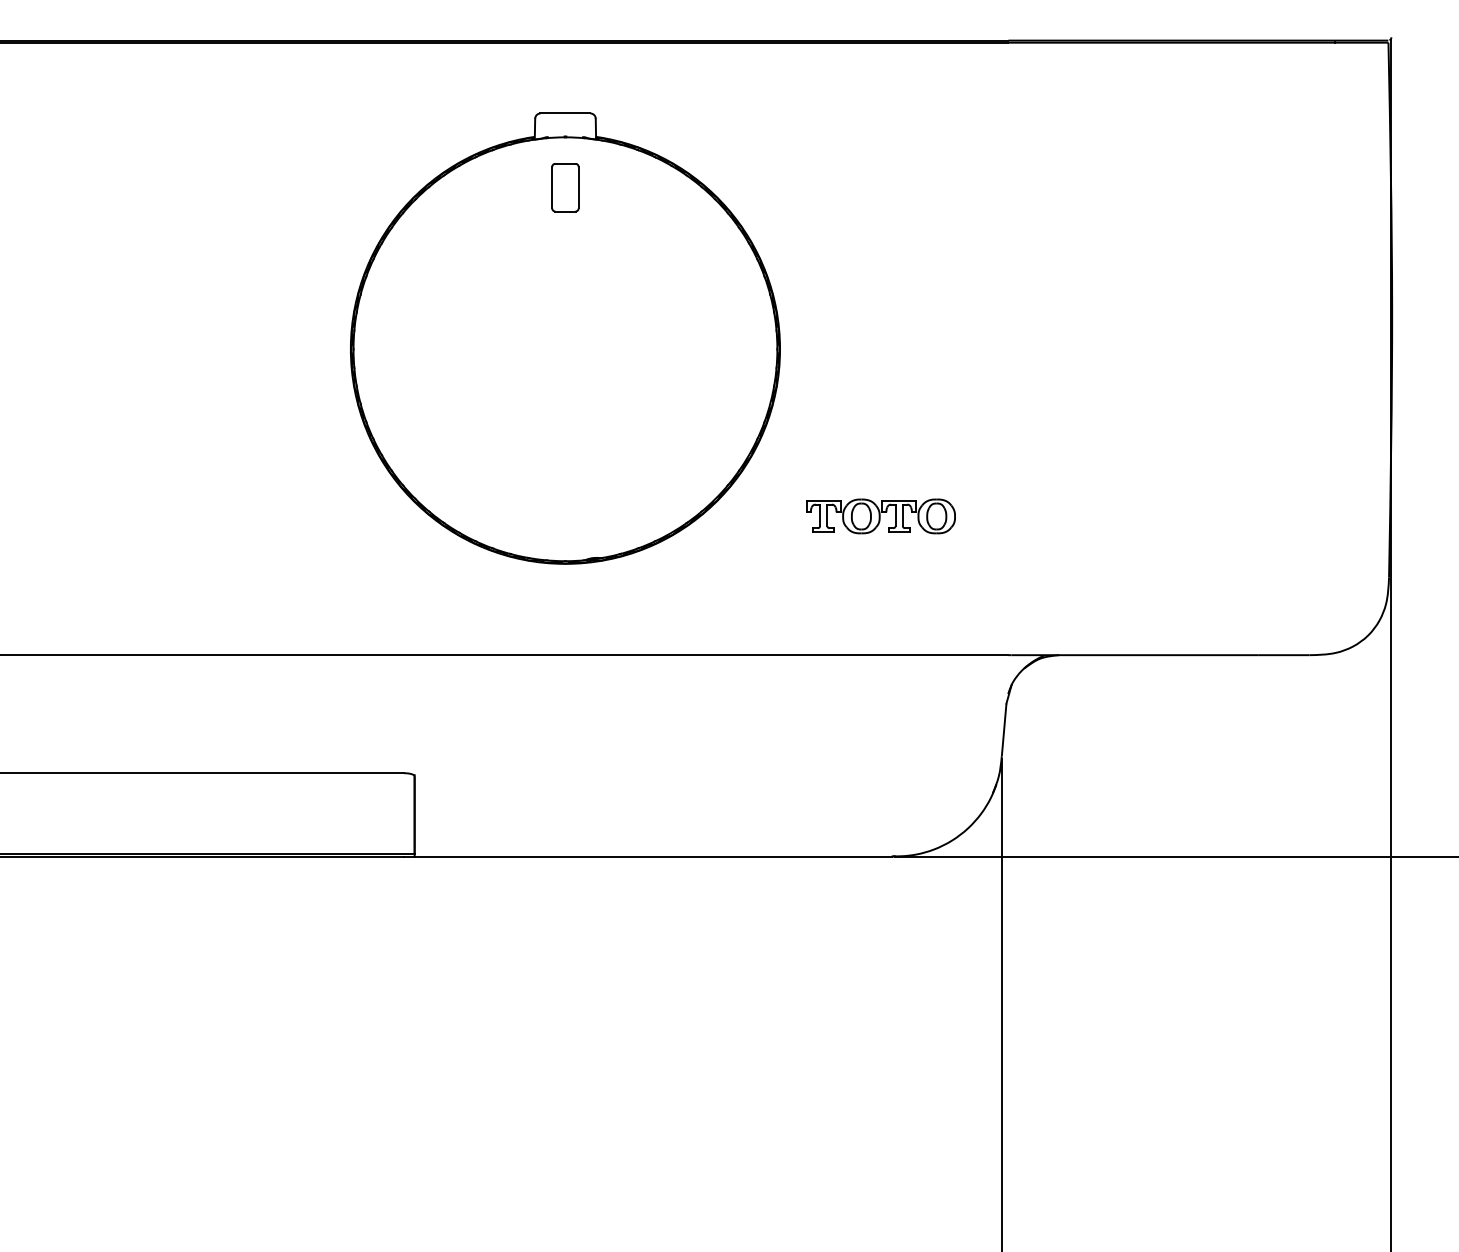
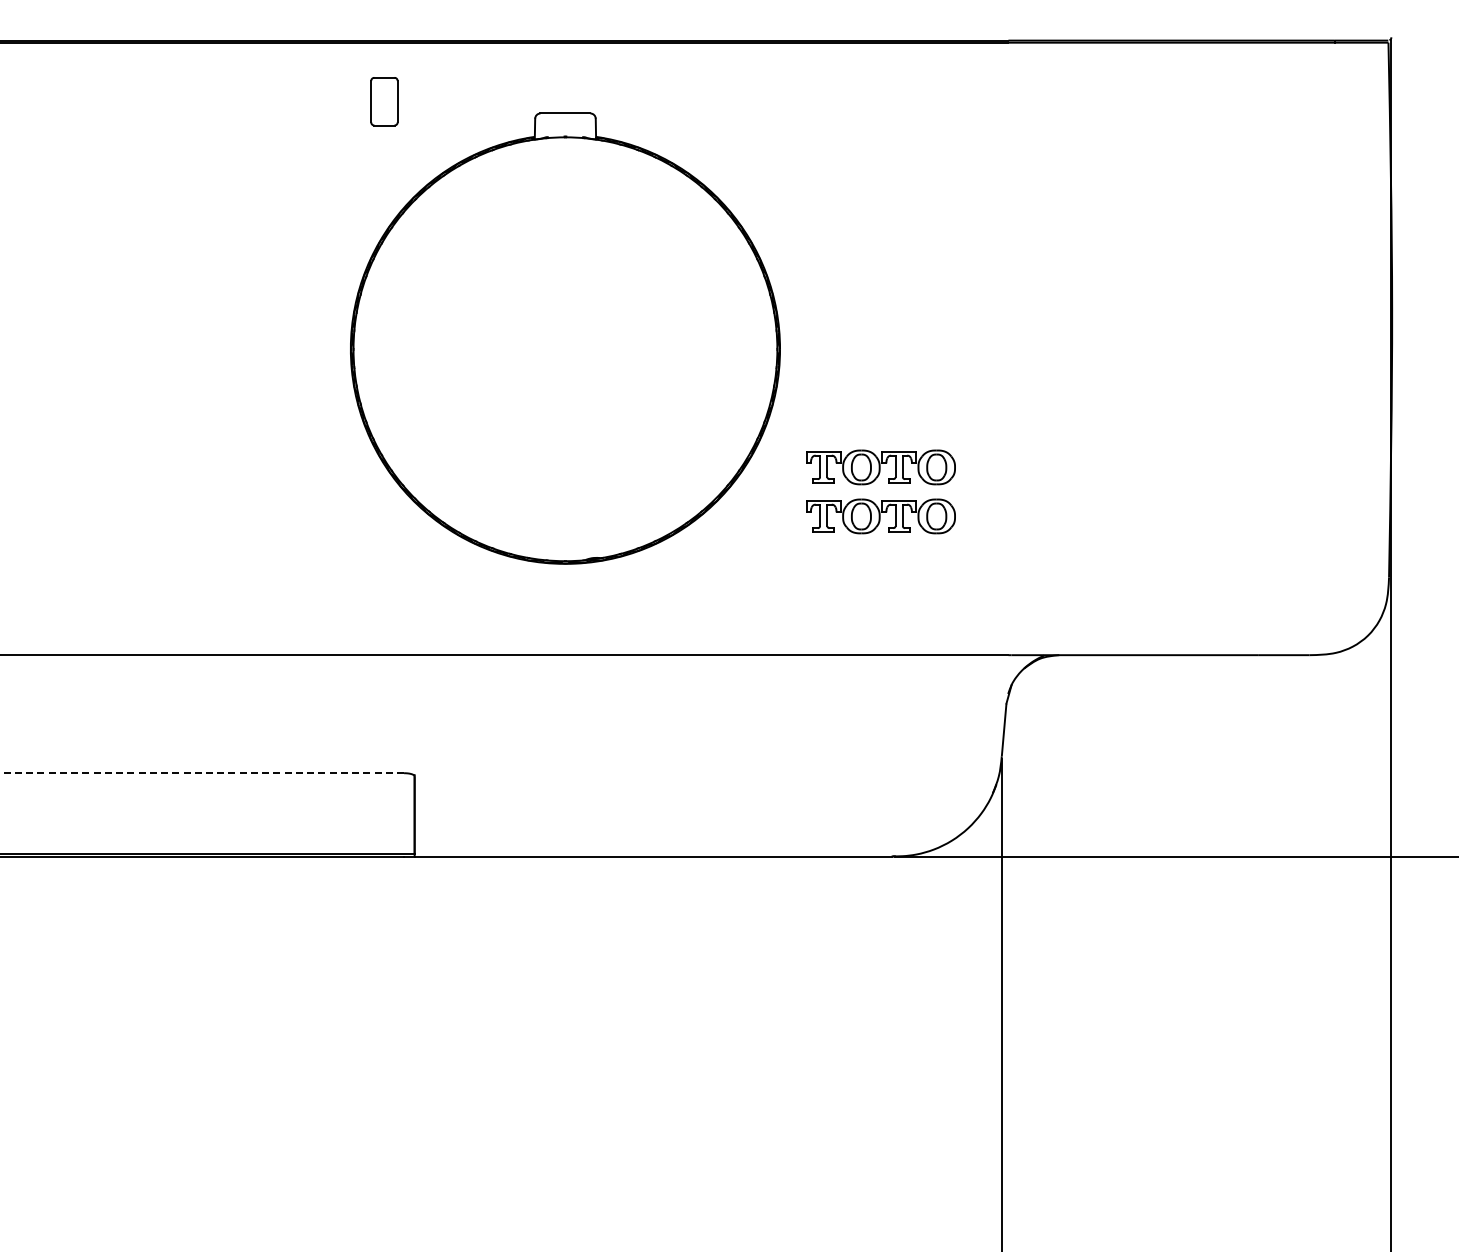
part at (565, 187) position: (565, 187) -> (384, 101)
part at (880, 467): none -> present
line at (202, 773): solid -> dashed
